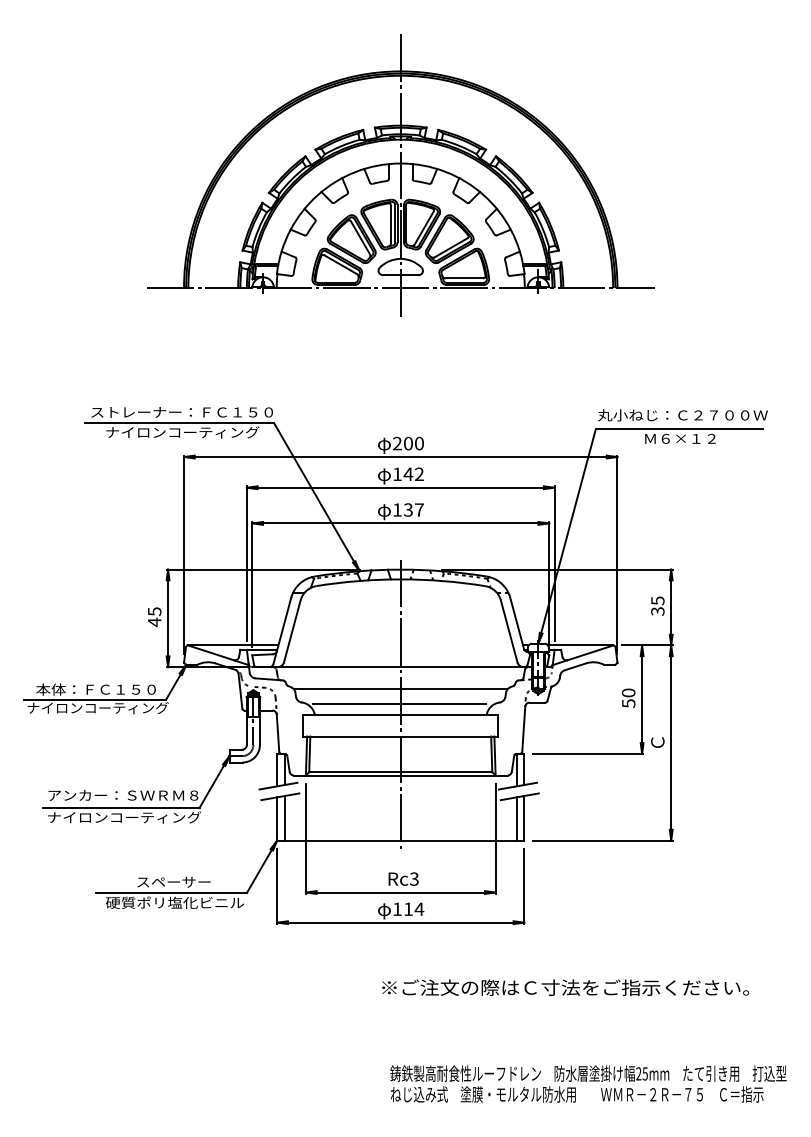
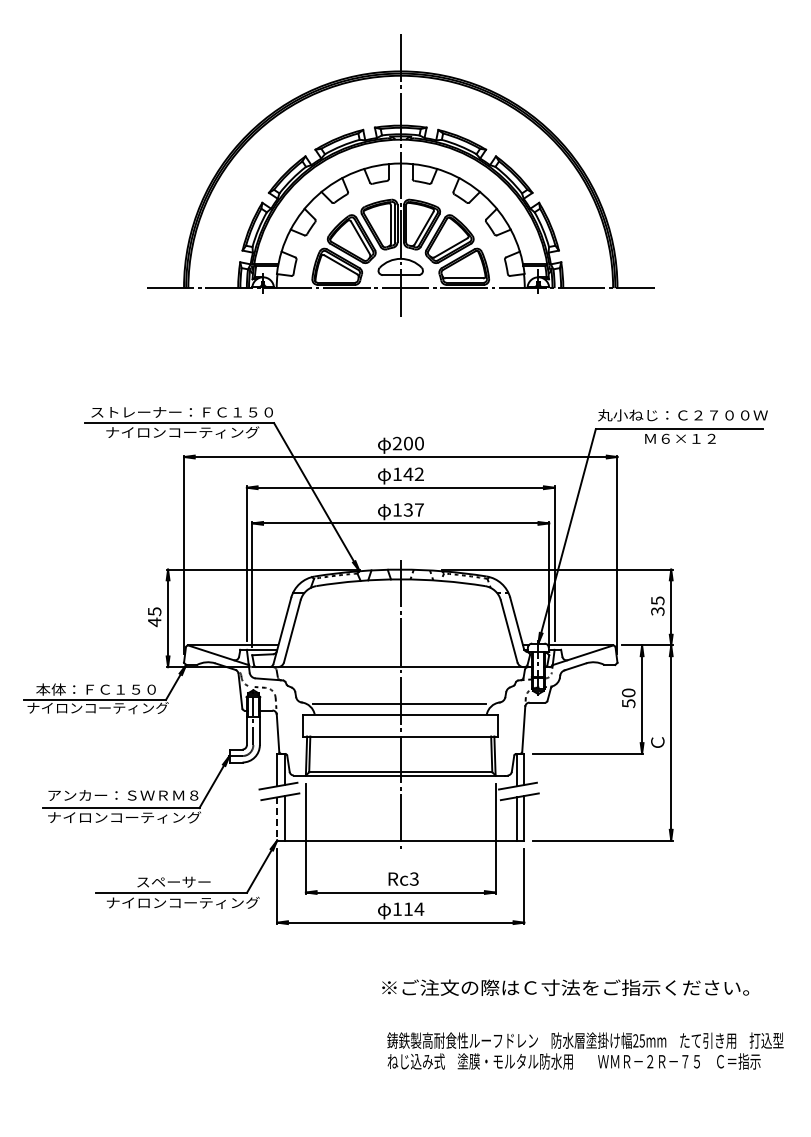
line at (400, 688): present -> none
line at (277, 818): solid -> dashed
text at (182, 902): 硬質ポリ塩化ビニル -> ナイロンコーティング
text at (588, 1083) position: (588, 1083) -> (585, 1050)
